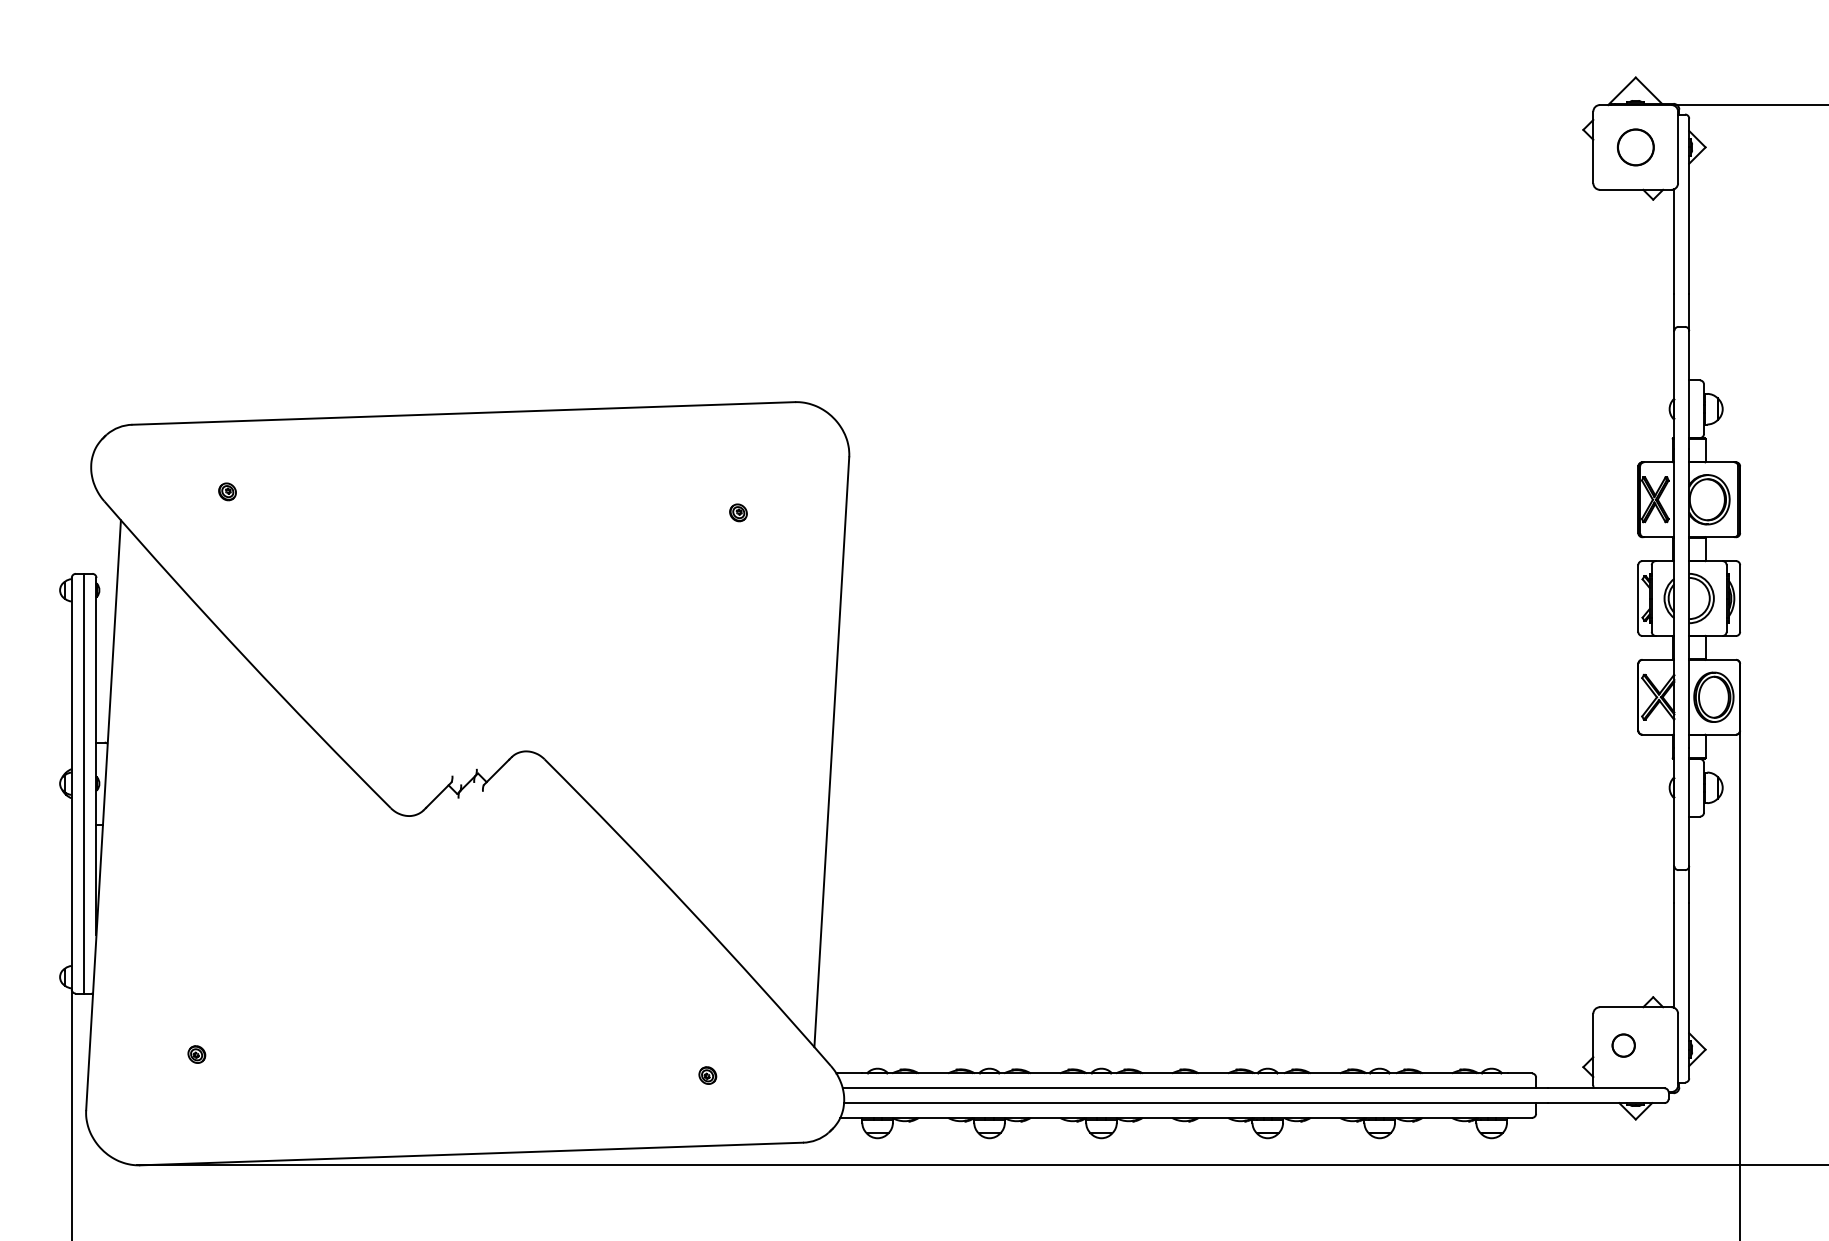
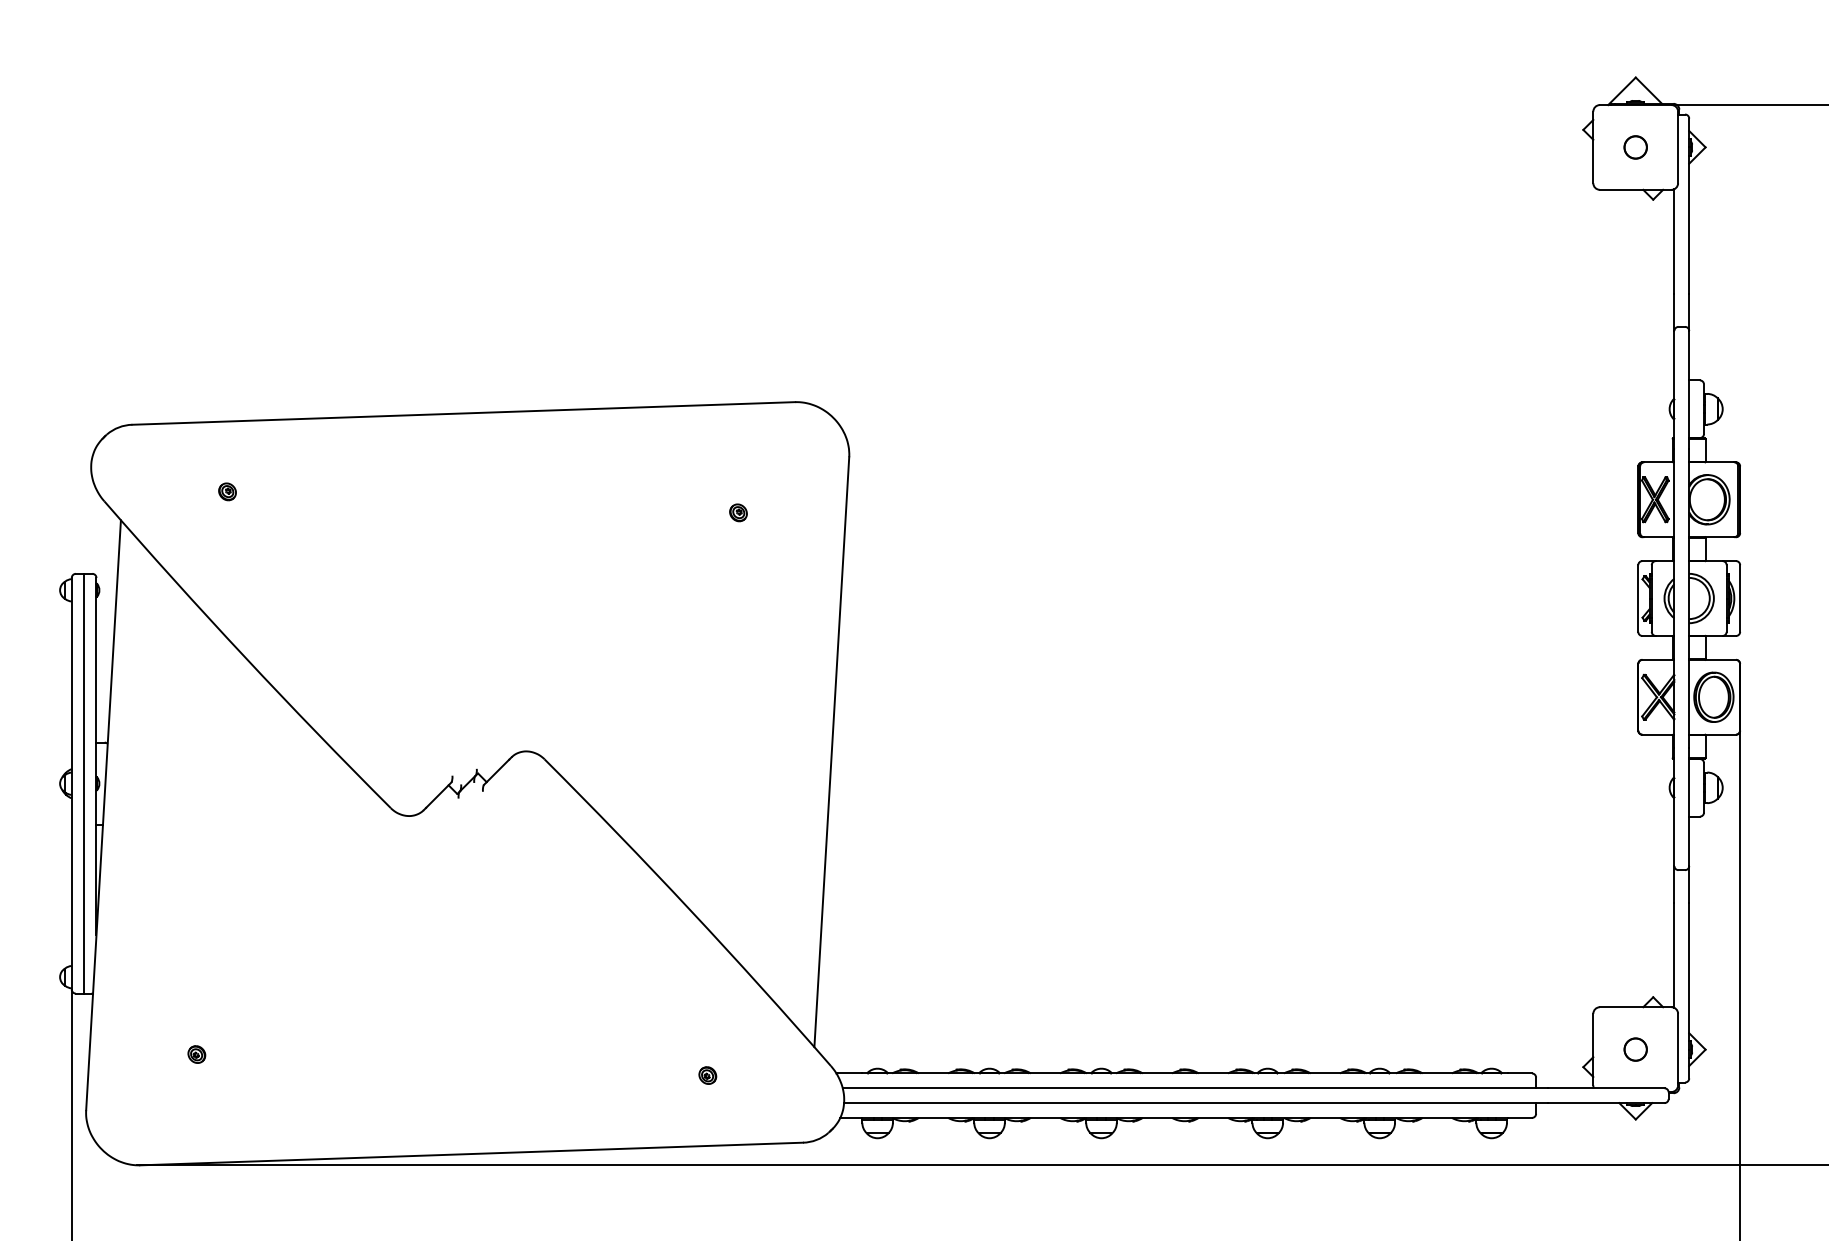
circle at (1635, 147) size: 39x39 px -> 25x25 px
circle at (1623, 1045) position: (1623, 1045) -> (1635, 1049)
